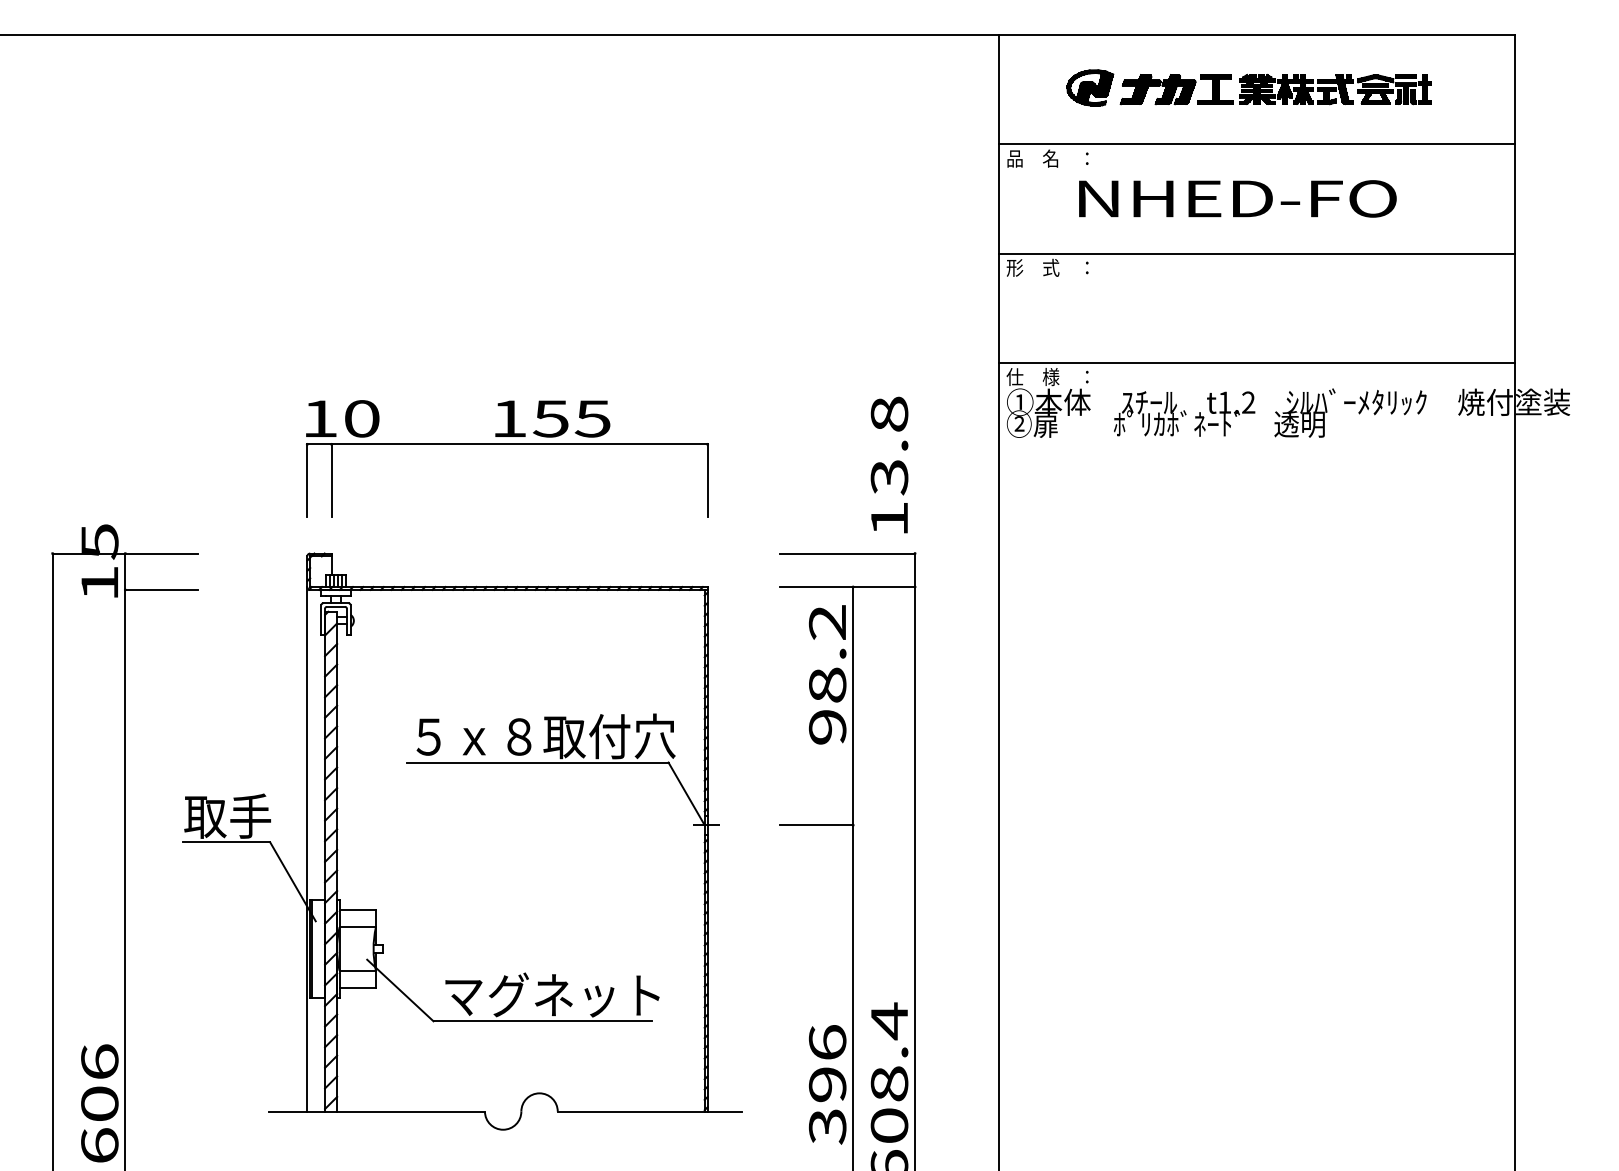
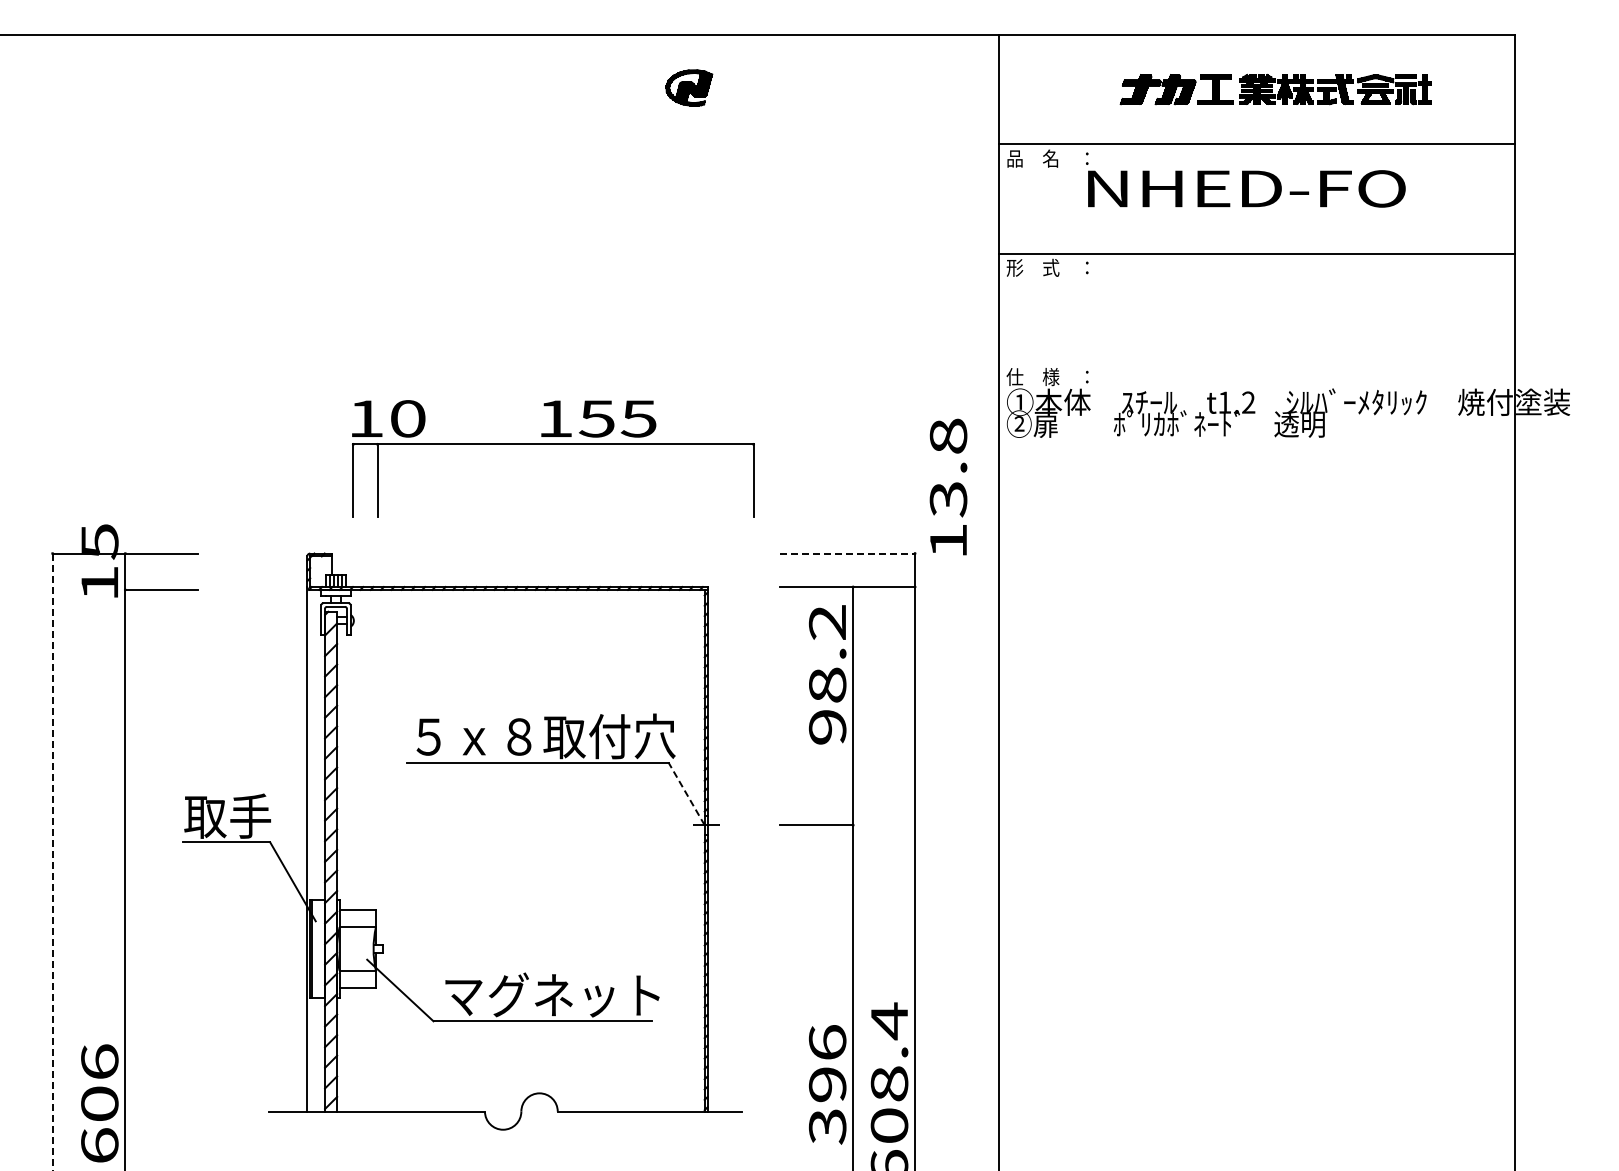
part at (1090, 87) position: (1090, 87) -> (689, 87)
text at (1237, 198) position: (1237, 198) -> (1246, 188)
line at (1256, 362): present -> none
part at (507, 444) position: (507, 444) -> (553, 444)
text at (889, 464) position: (889, 464) -> (948, 486)
line at (848, 553): solid -> dashed
line at (686, 793): solid -> dashed
line at (52, 862): solid -> dashed
